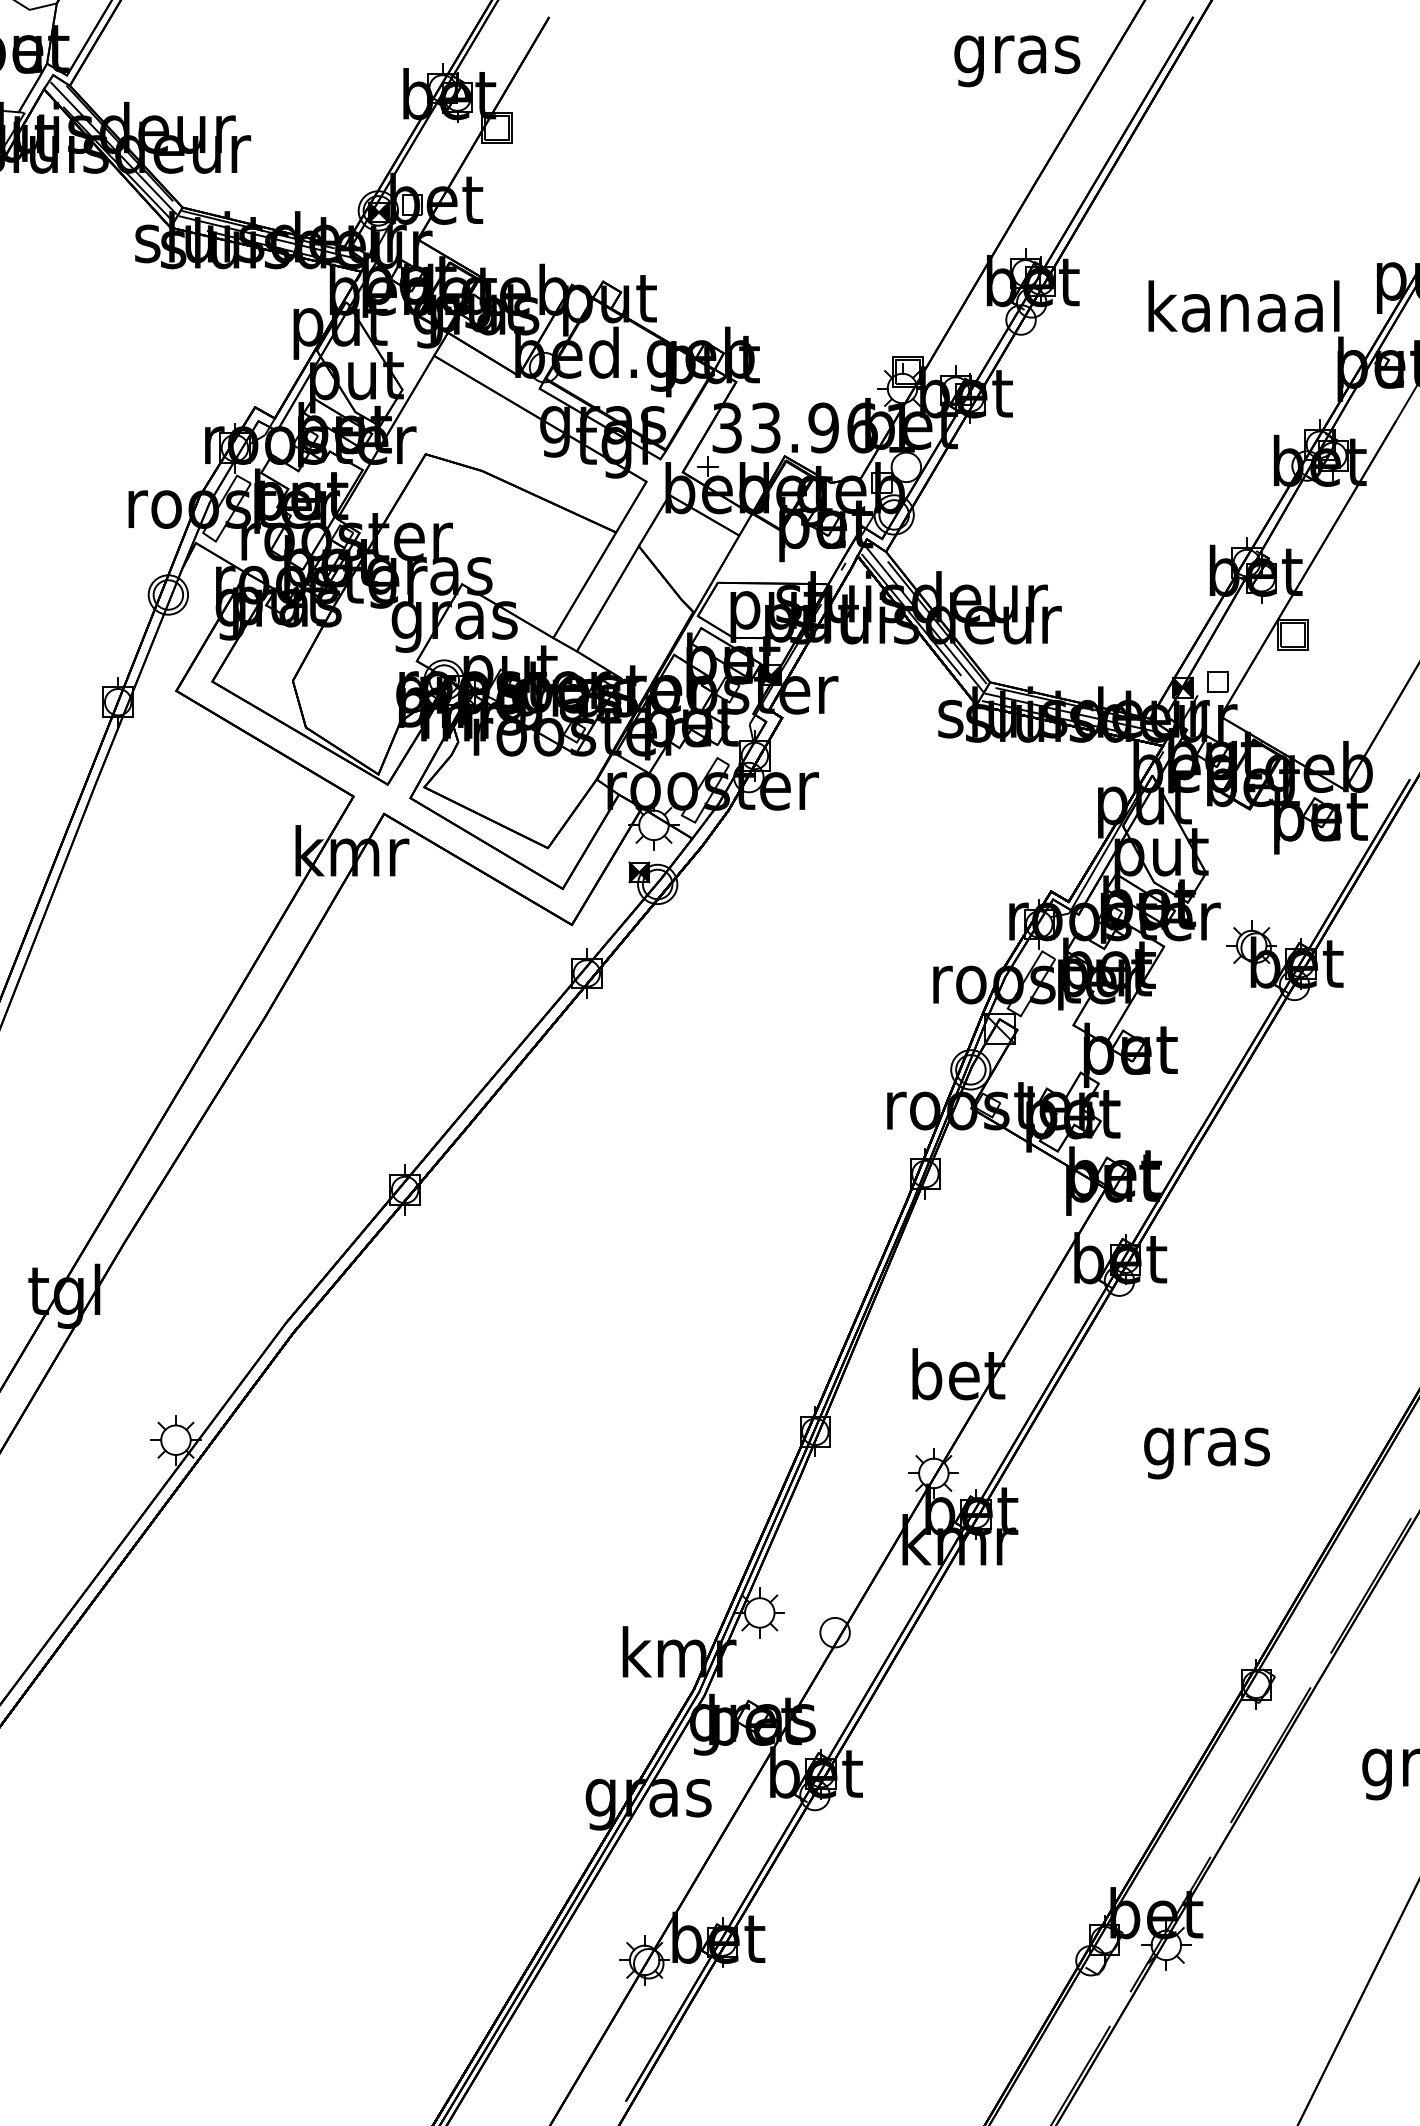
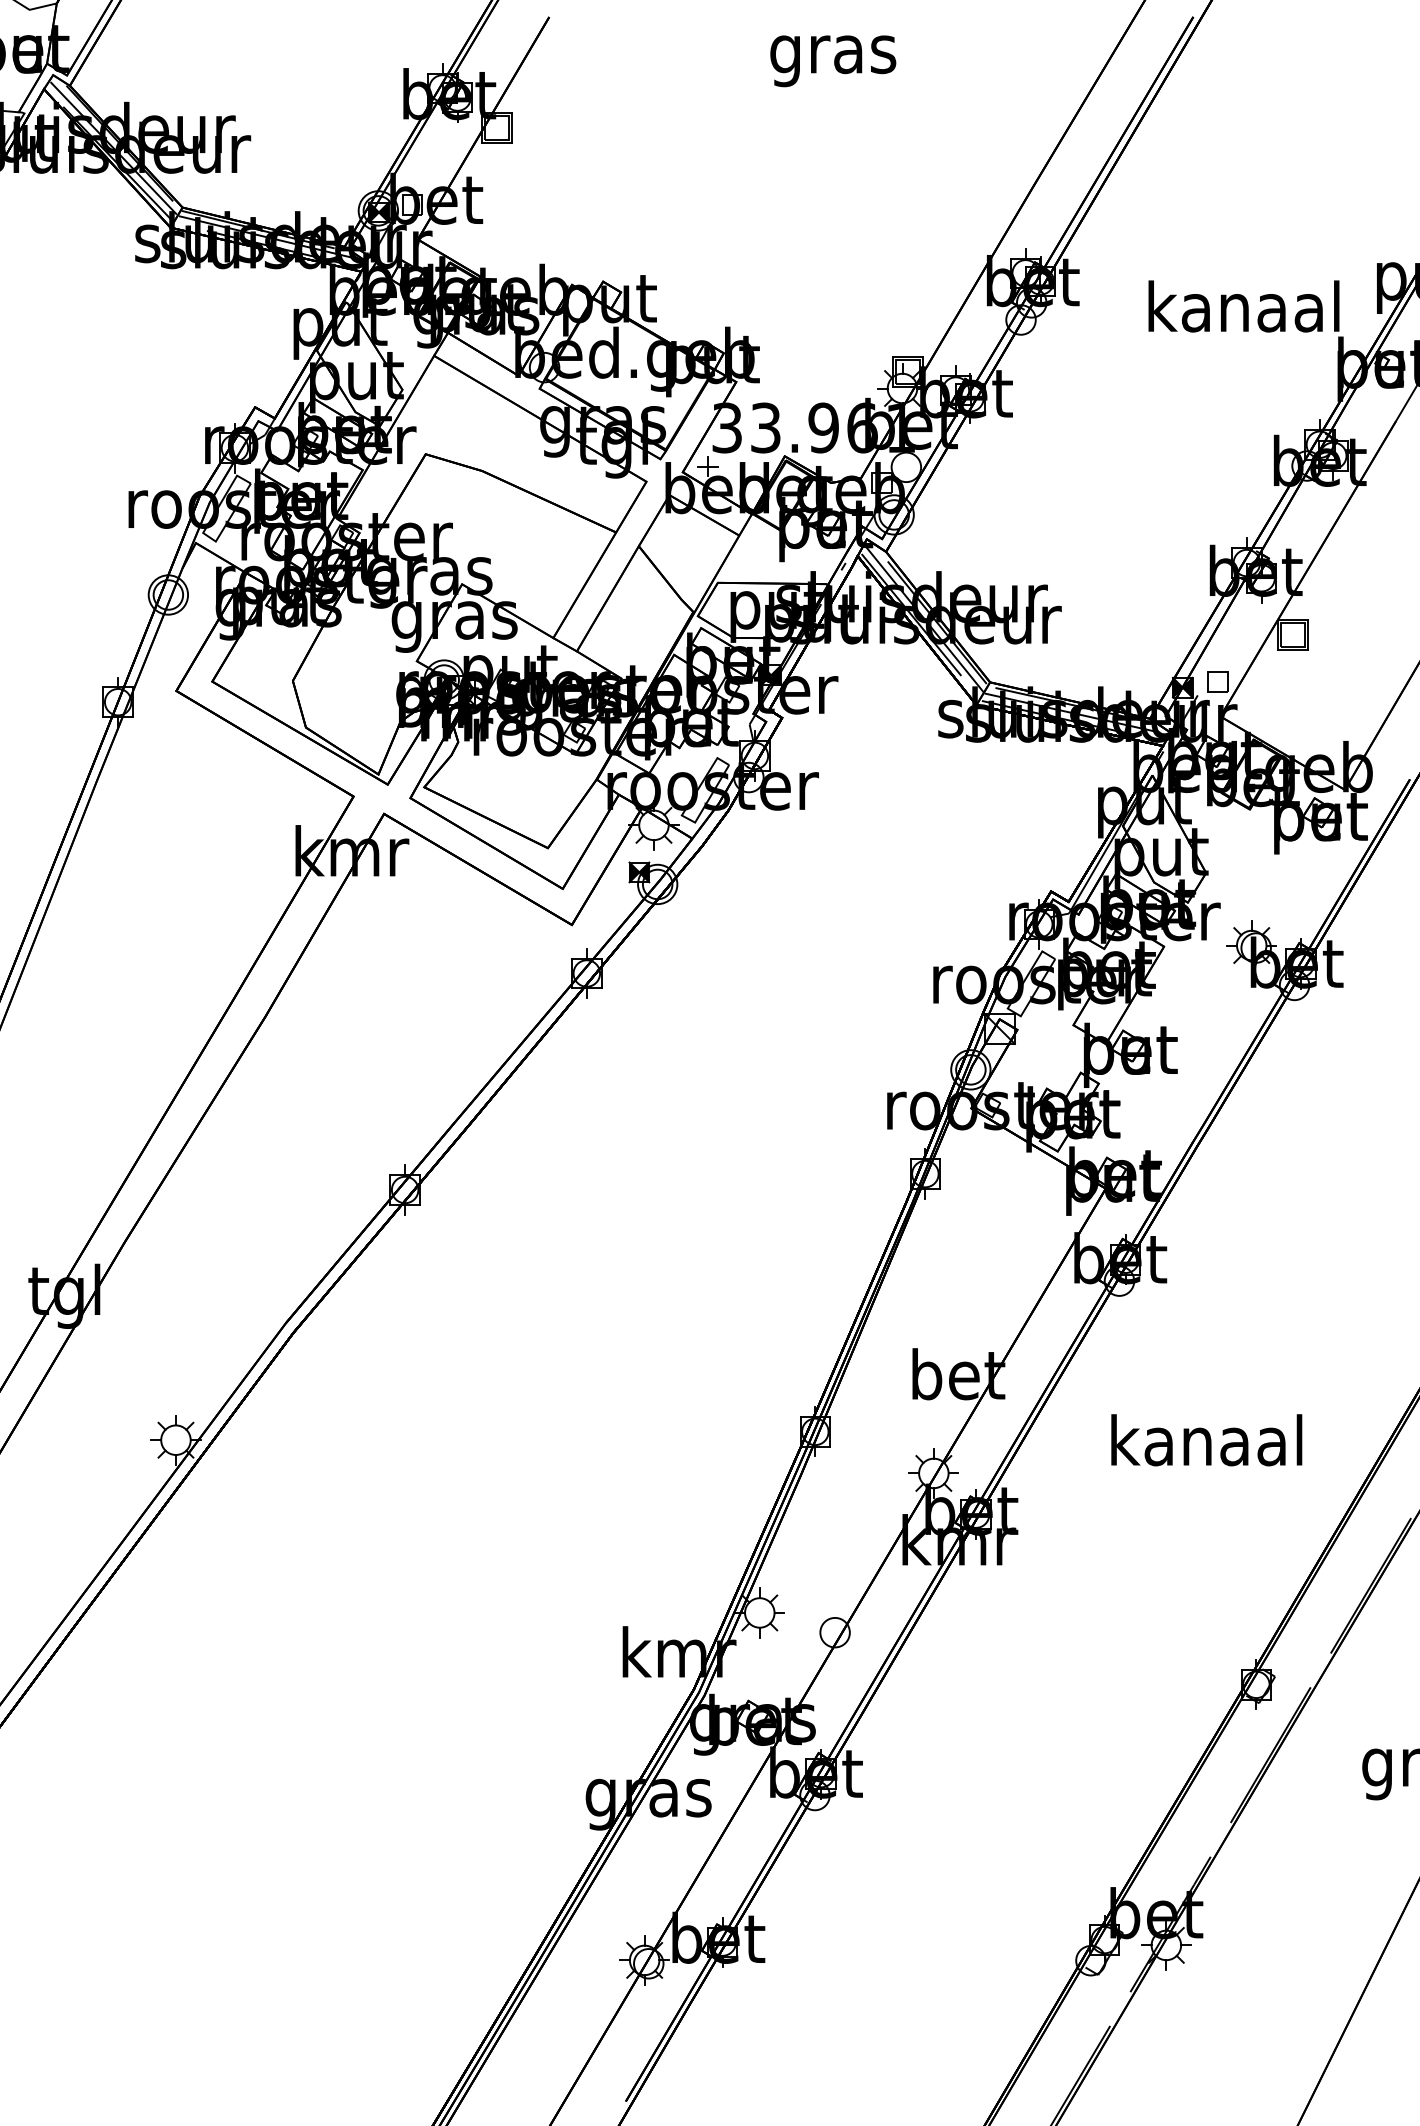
text at (1017, 61) position: (1017, 61) -> (833, 61)
text at (1206, 1446): gras -> kanaal
